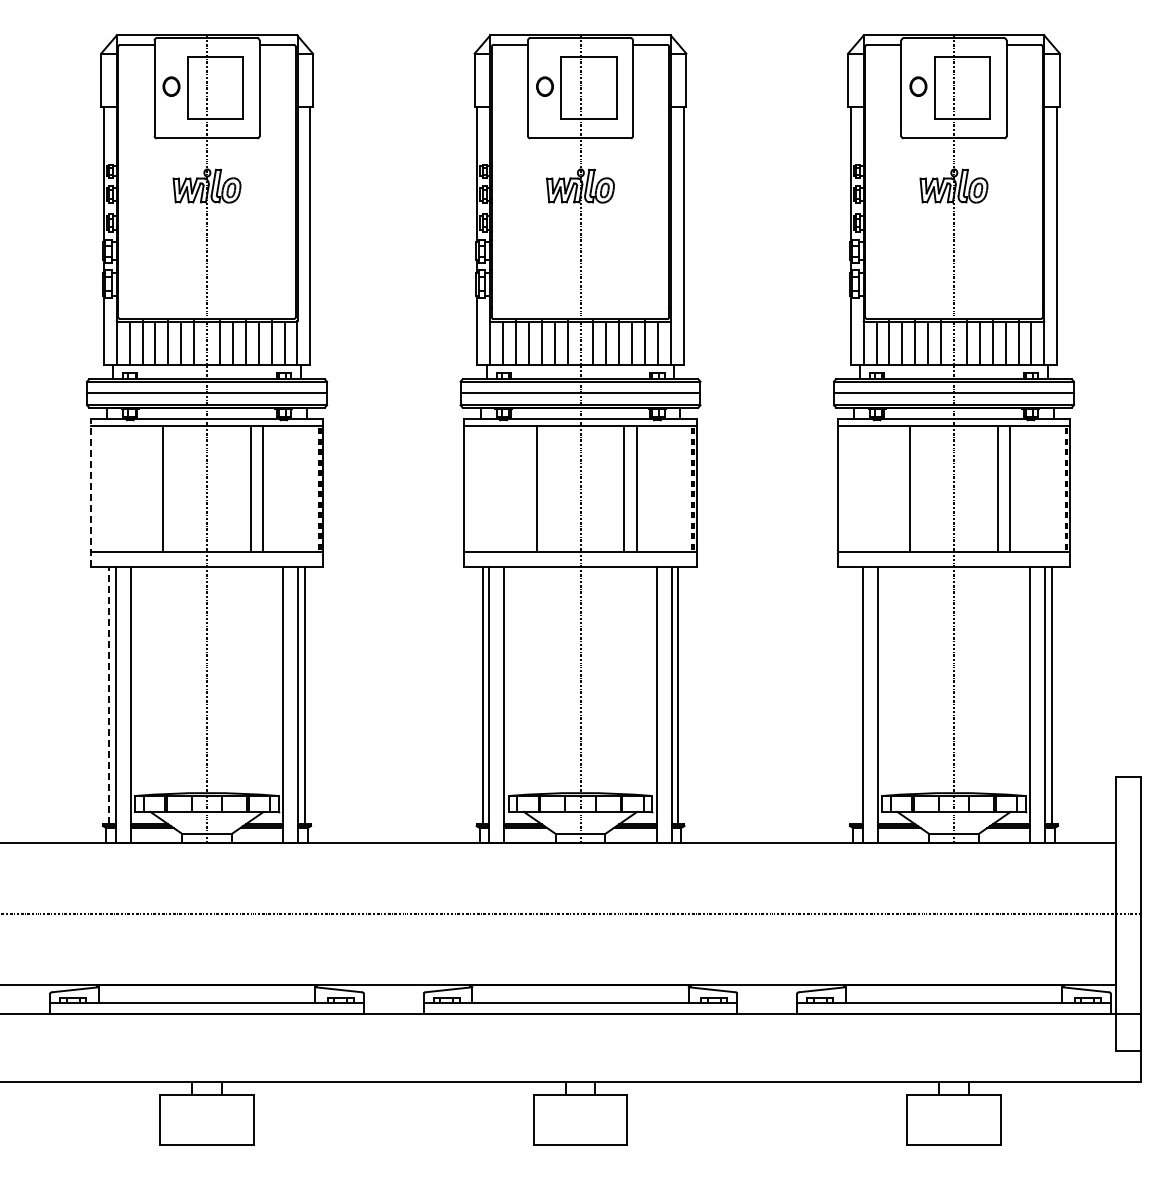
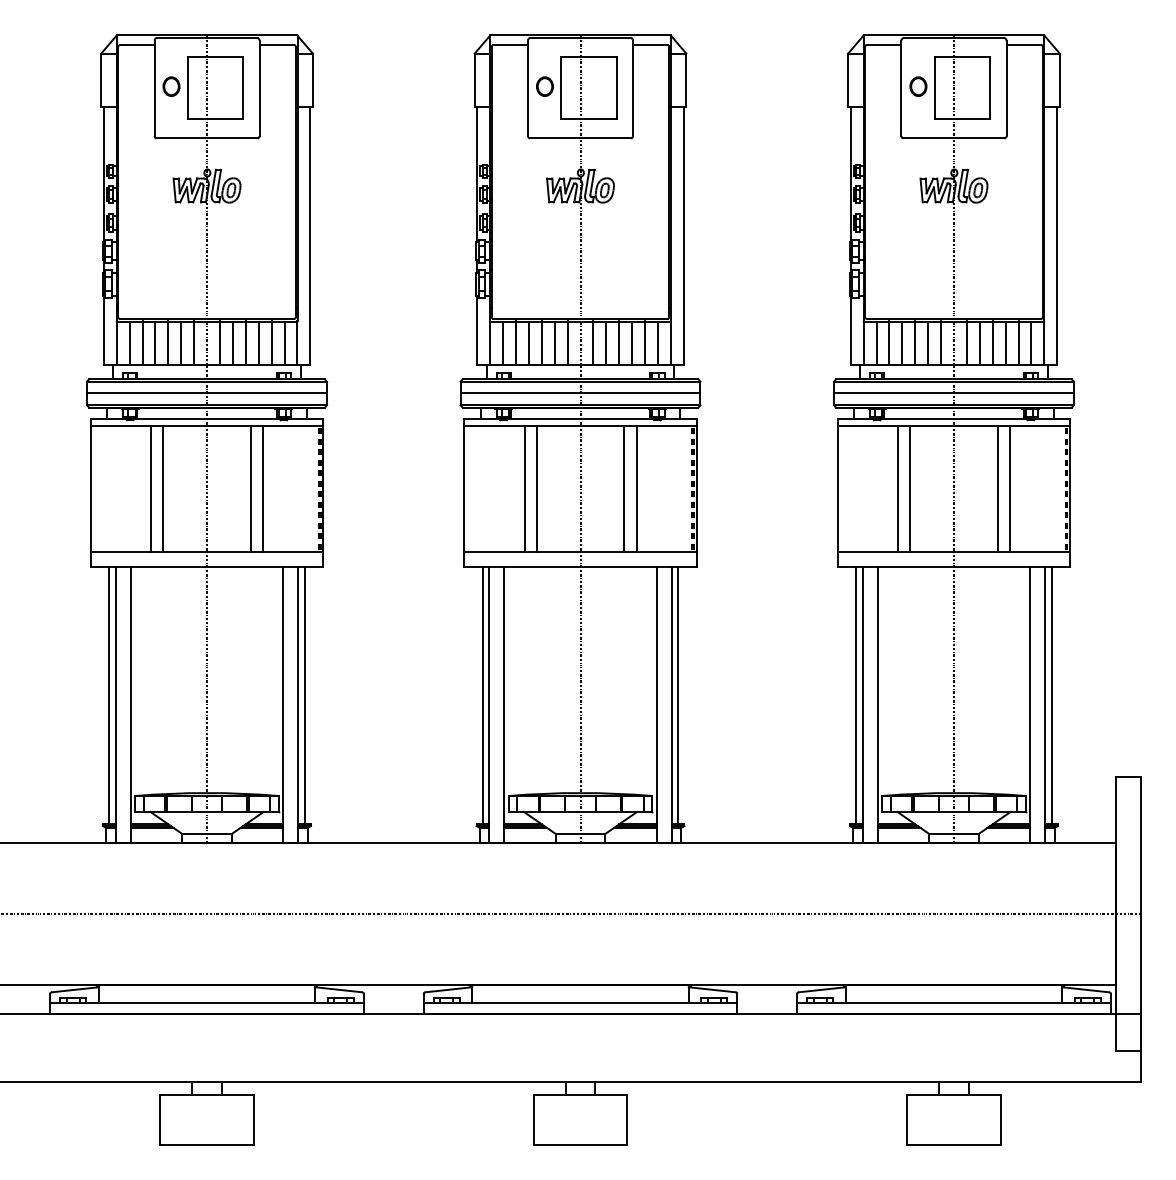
line at (151, 488): none -> present
line at (524, 488): none -> present
line at (897, 488): none -> present
line at (90, 492): dashed -> solid
line at (109, 695): dashed -> solid
line at (856, 695): none -> present
